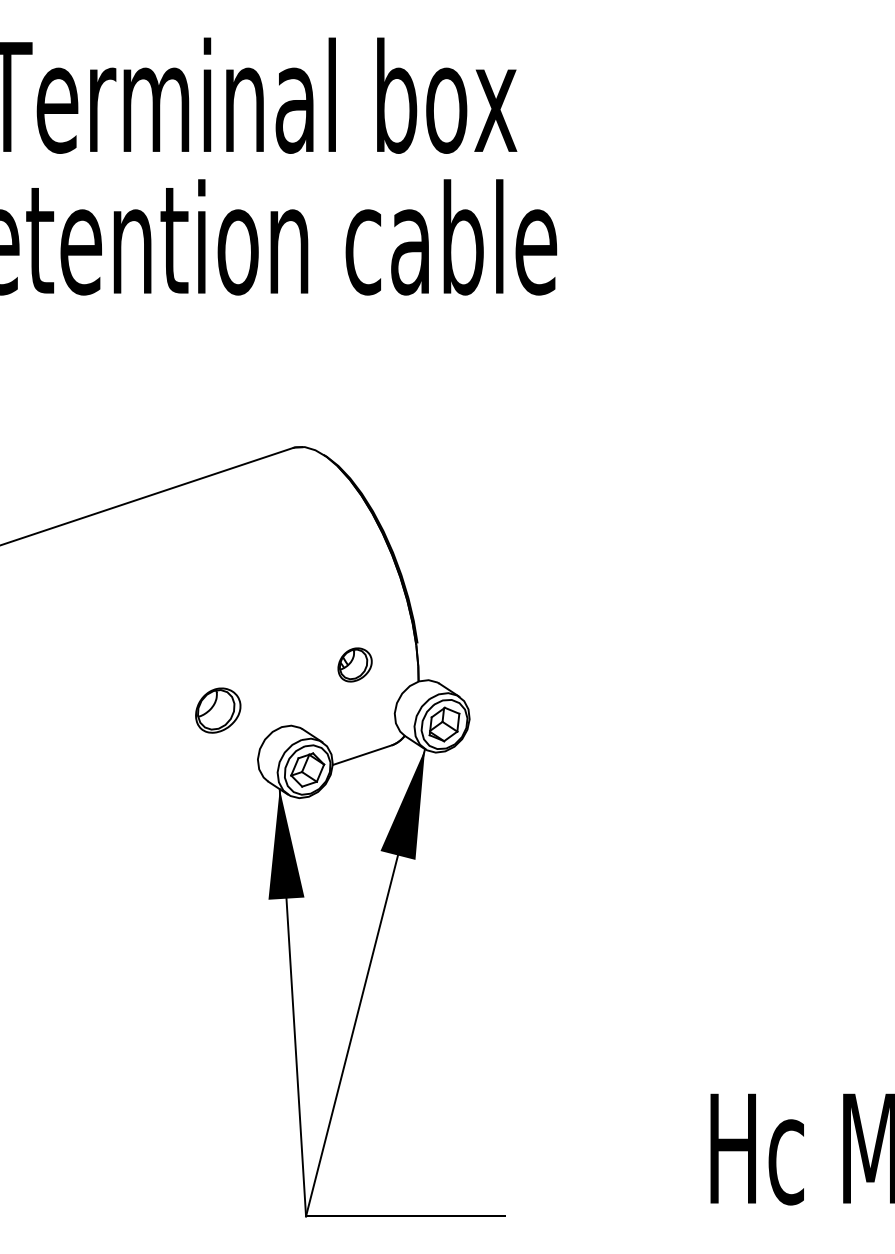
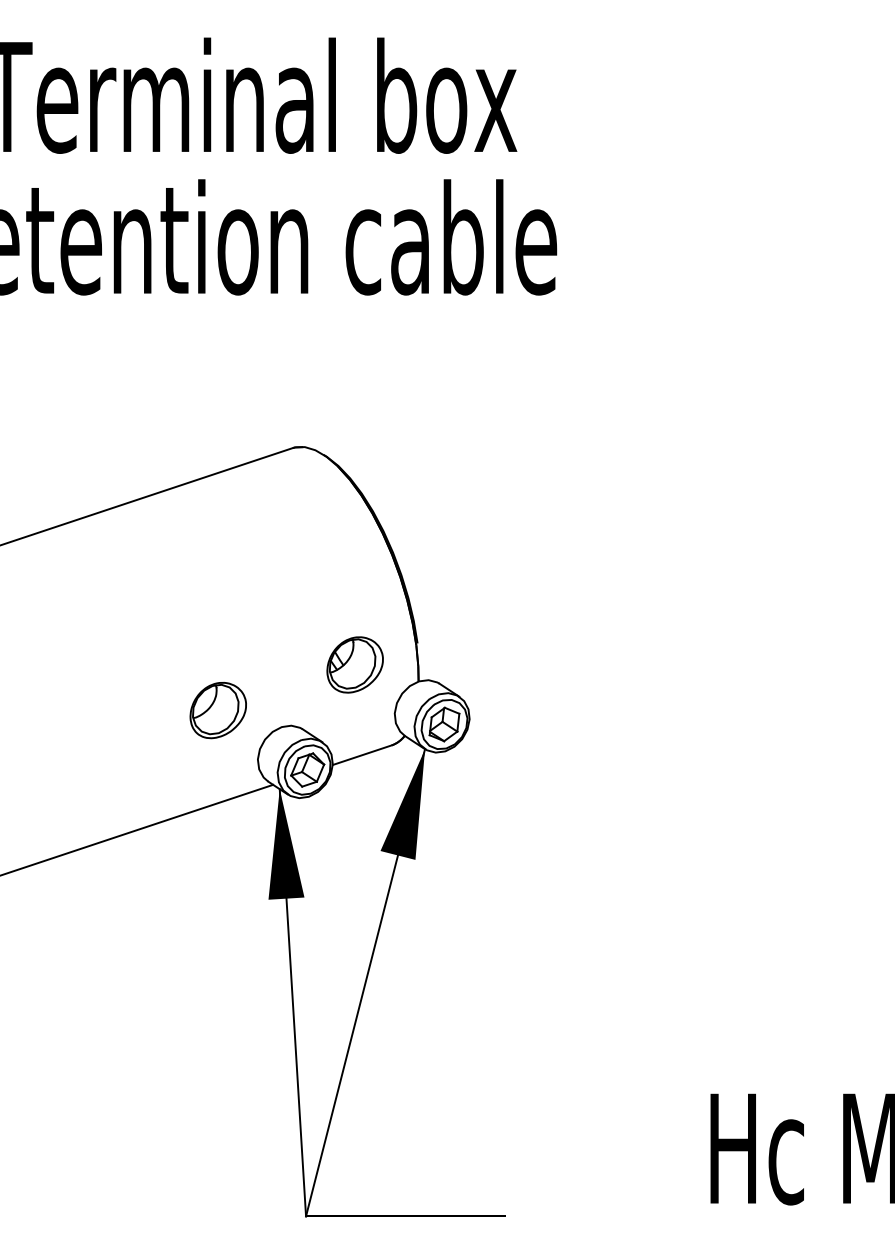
part at (354, 664) size: 36x36 px -> 58x58 px
part at (218, 710) size: 47x47 px -> 58x58 px
line at (137, 829): none -> present
